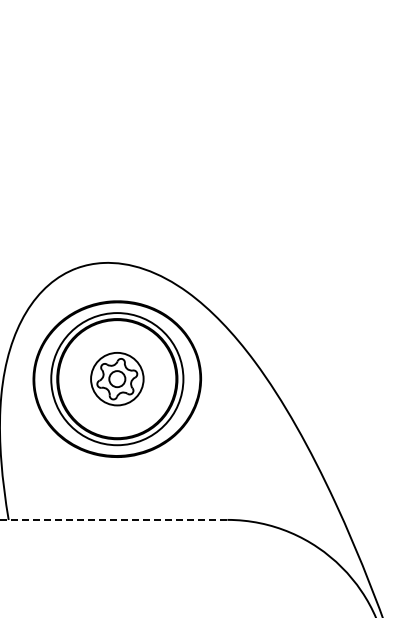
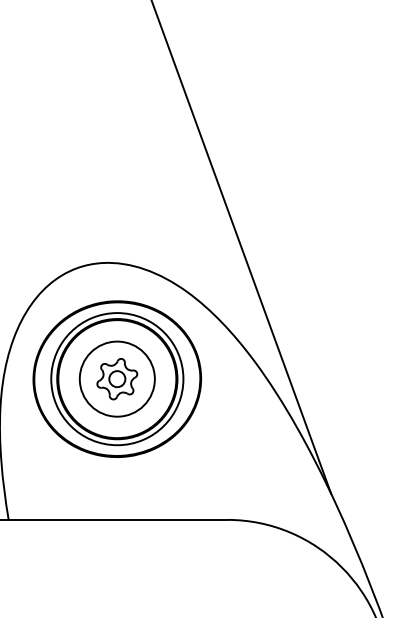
line at (241, 247): none -> present
circle at (117, 378) diameter: 53 px -> 75 px
line at (113, 519): dashed -> solid
